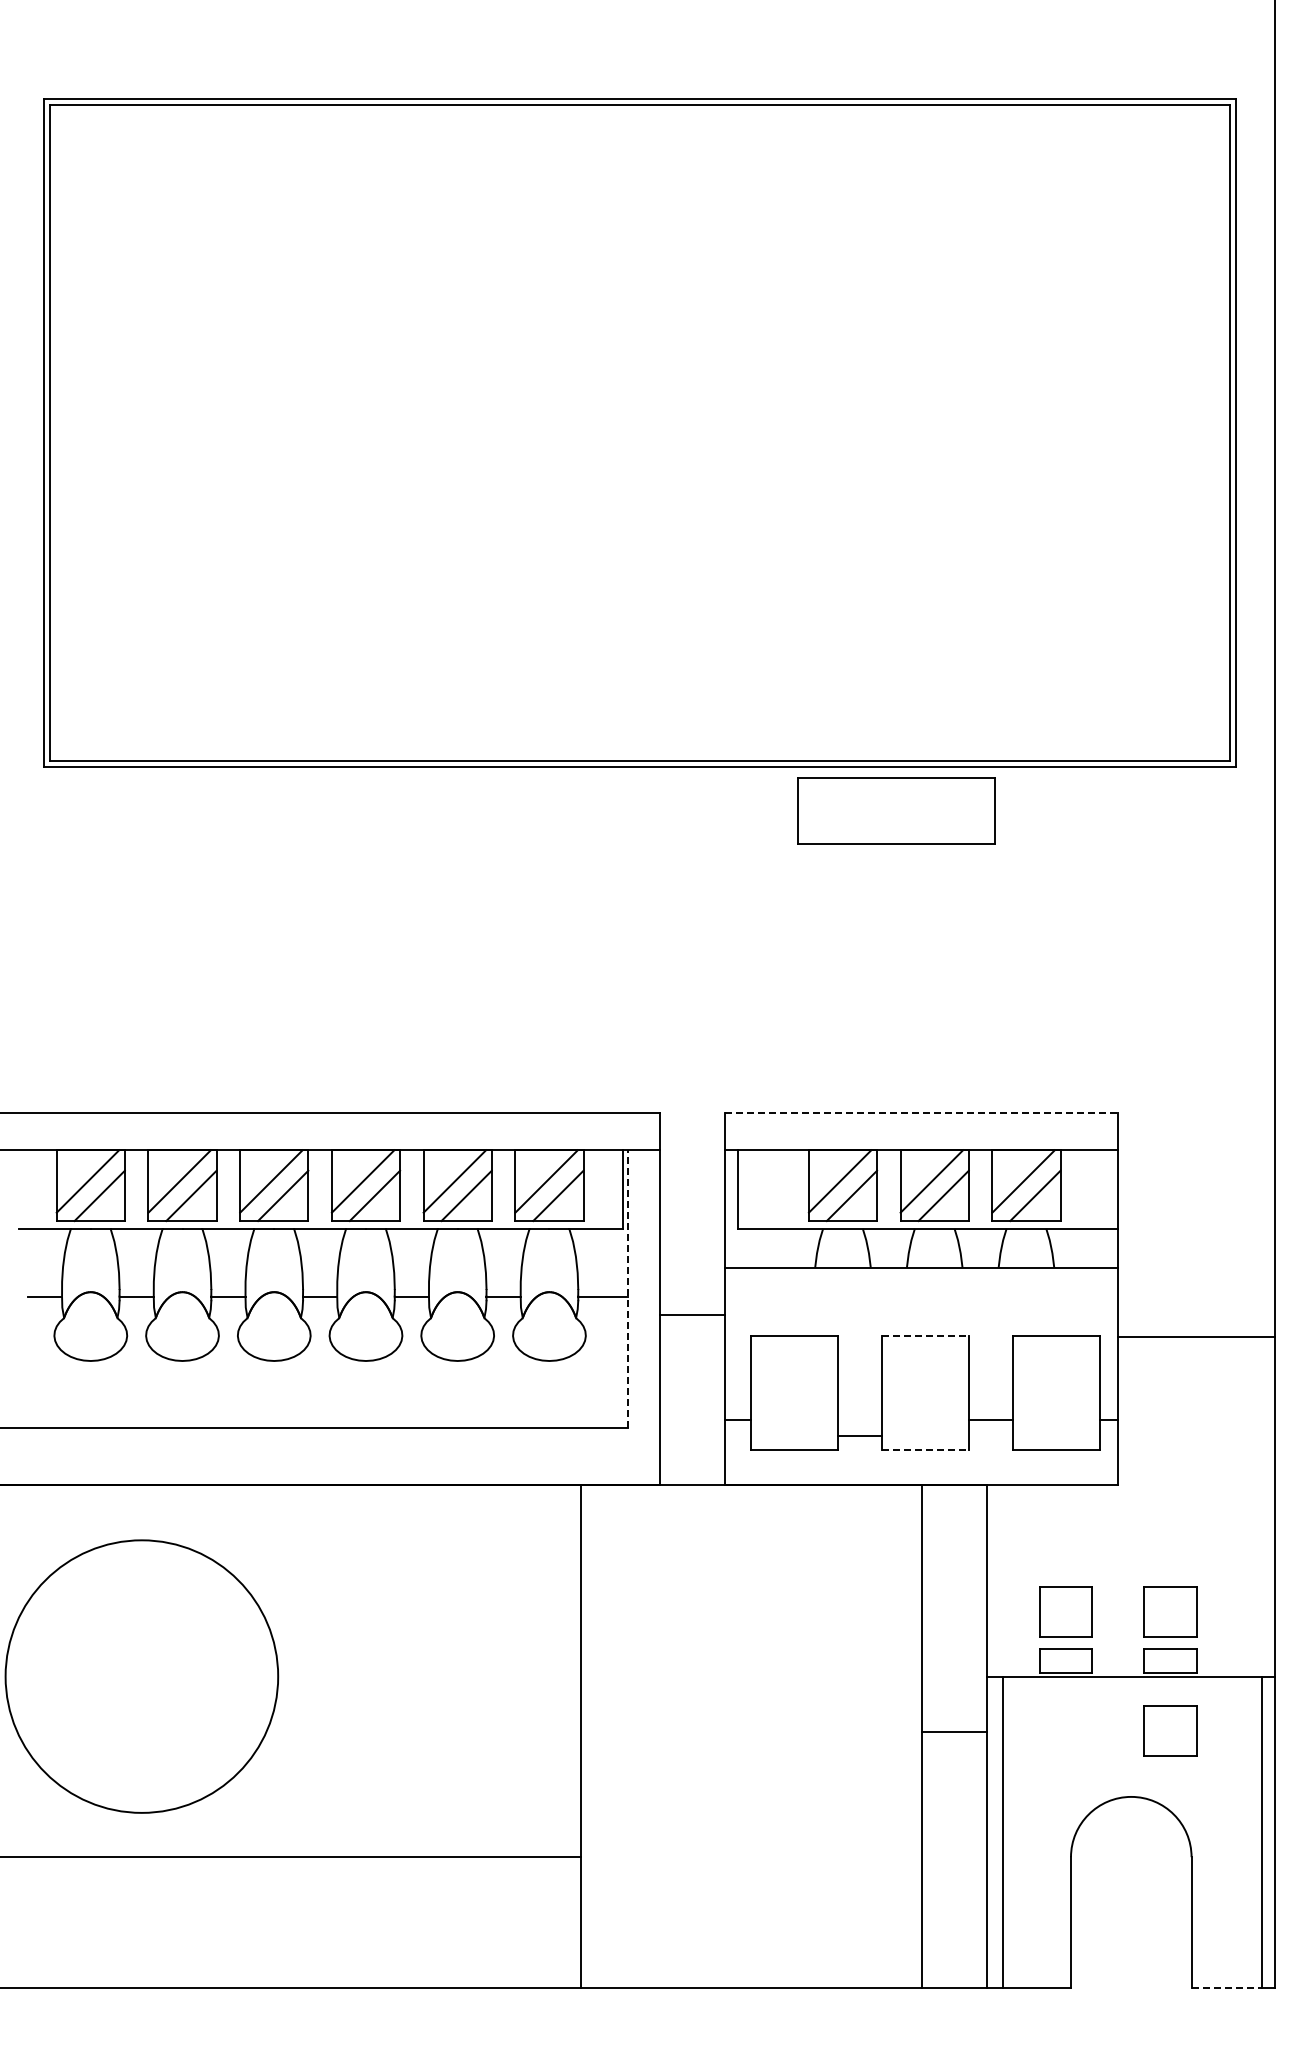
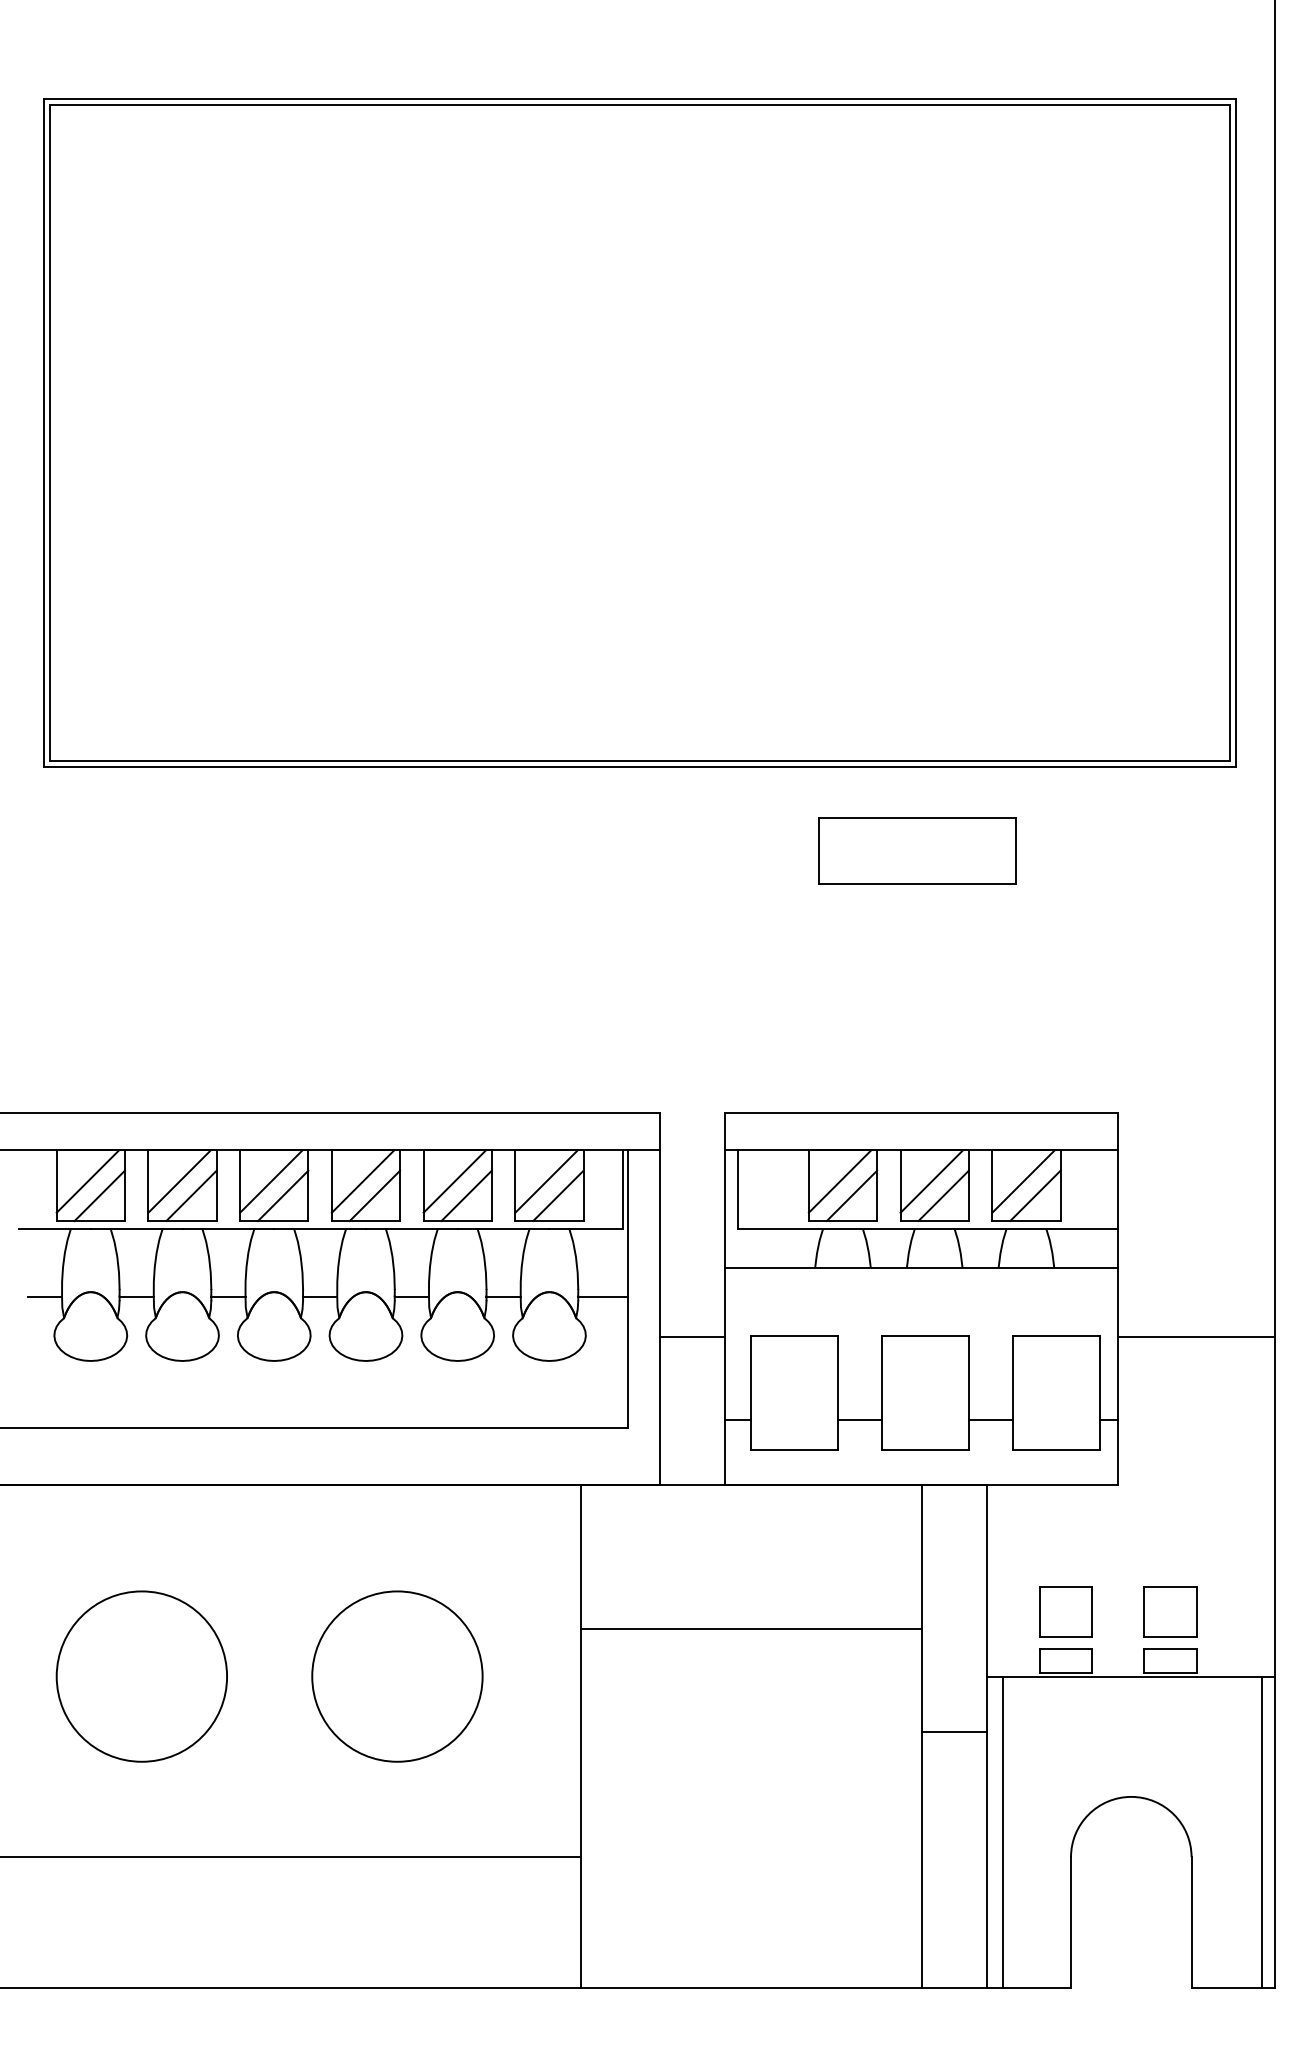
part at (896, 810) position: (896, 810) -> (917, 850)
line at (921, 1112): dashed -> solid
line at (628, 1288): dashed -> solid
line at (692, 1315) position: (692, 1315) -> (692, 1337)
line at (926, 1335): dashed -> solid
line at (859, 1435) position: (859, 1435) -> (859, 1419)
line at (926, 1449): dashed -> solid
line at (750, 1629): none -> present
circle at (141, 1676) diameter: 273 px -> 170 px
circle at (397, 1676): none -> present
part at (1170, 1730): present -> none
line at (1227, 1988): dashed -> solid
